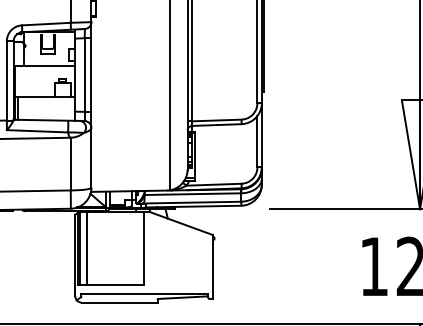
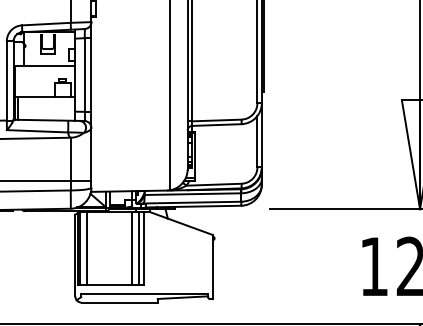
line at (46, 181): none -> present
line at (132, 248): none -> present
line at (139, 248): none -> present
